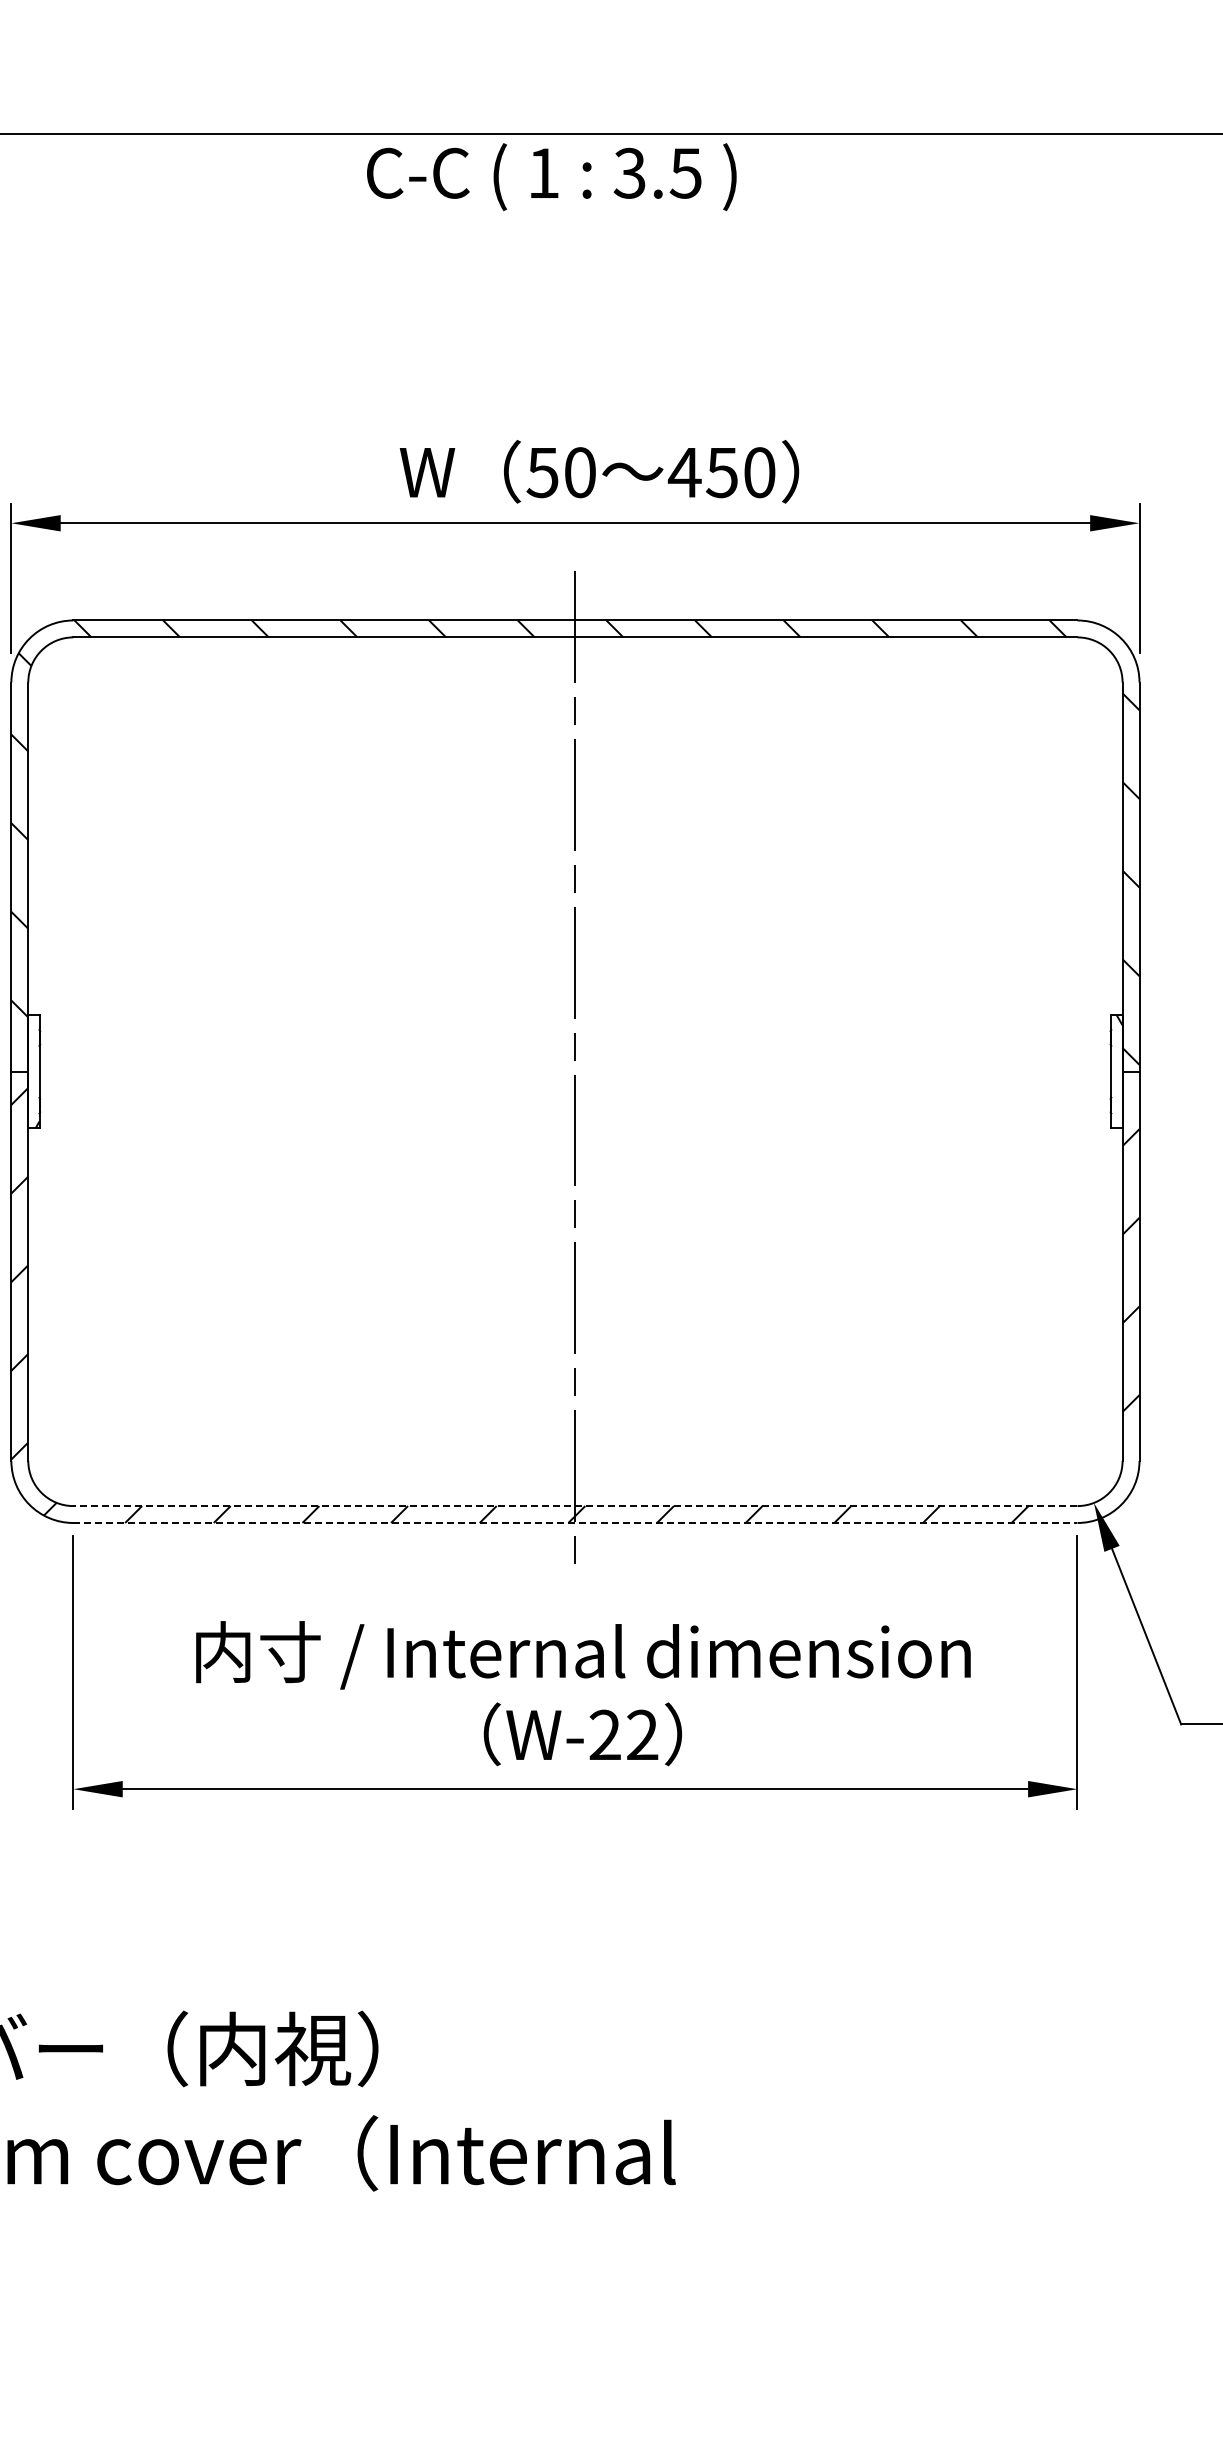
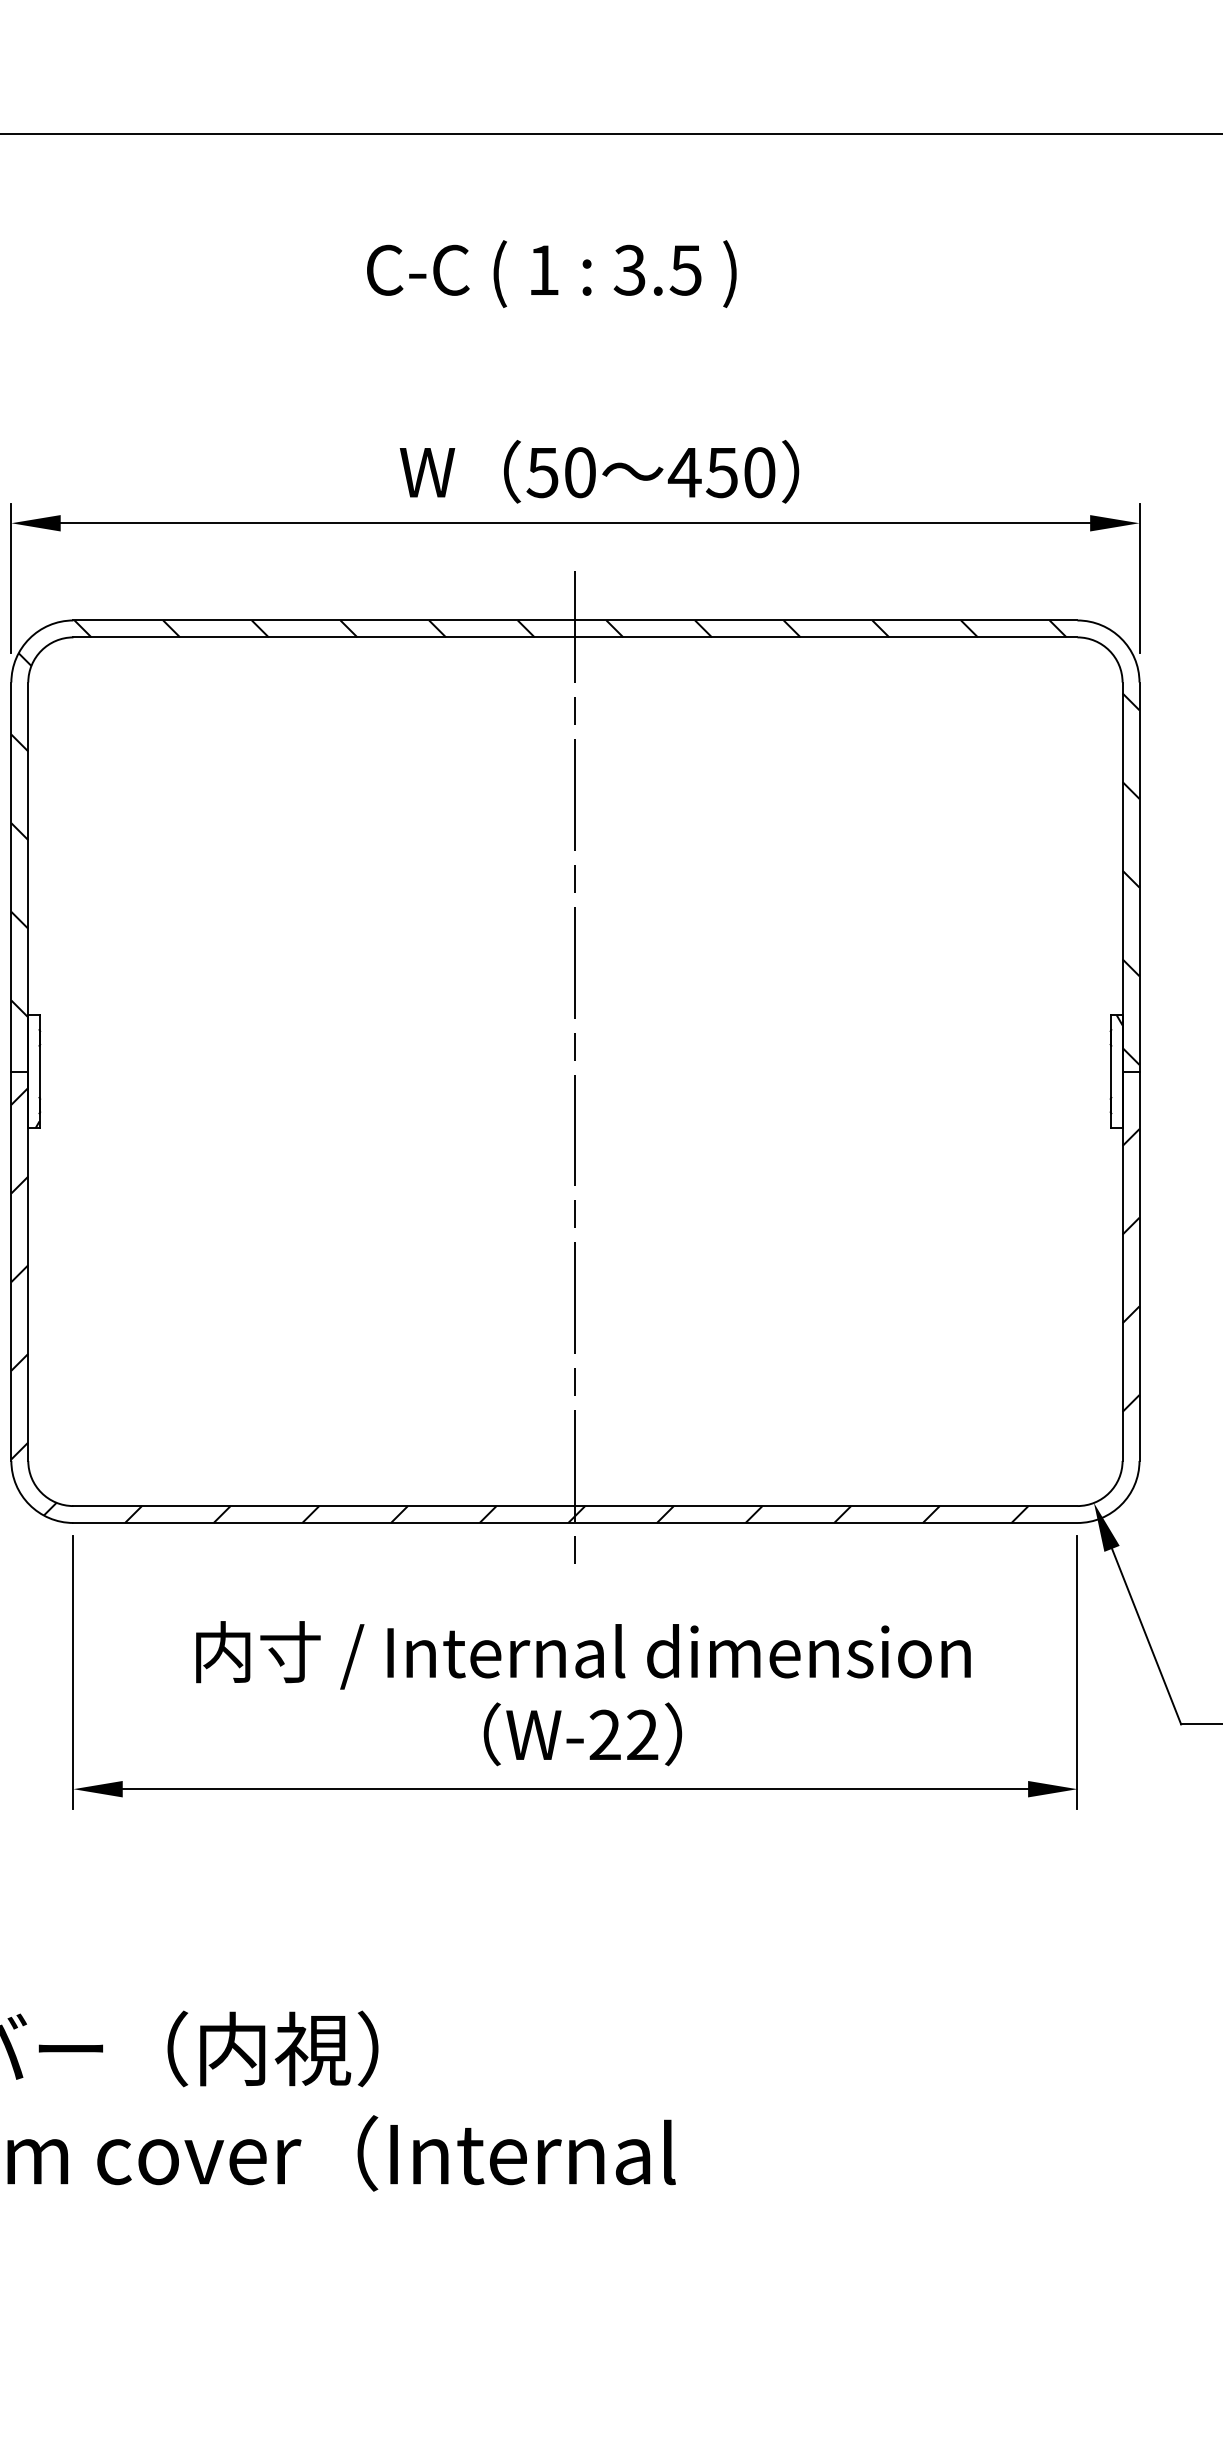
text at (551, 176) position: (551, 176) -> (551, 273)
line at (574, 1506): dashed -> solid
line at (575, 1522): dashed -> solid
